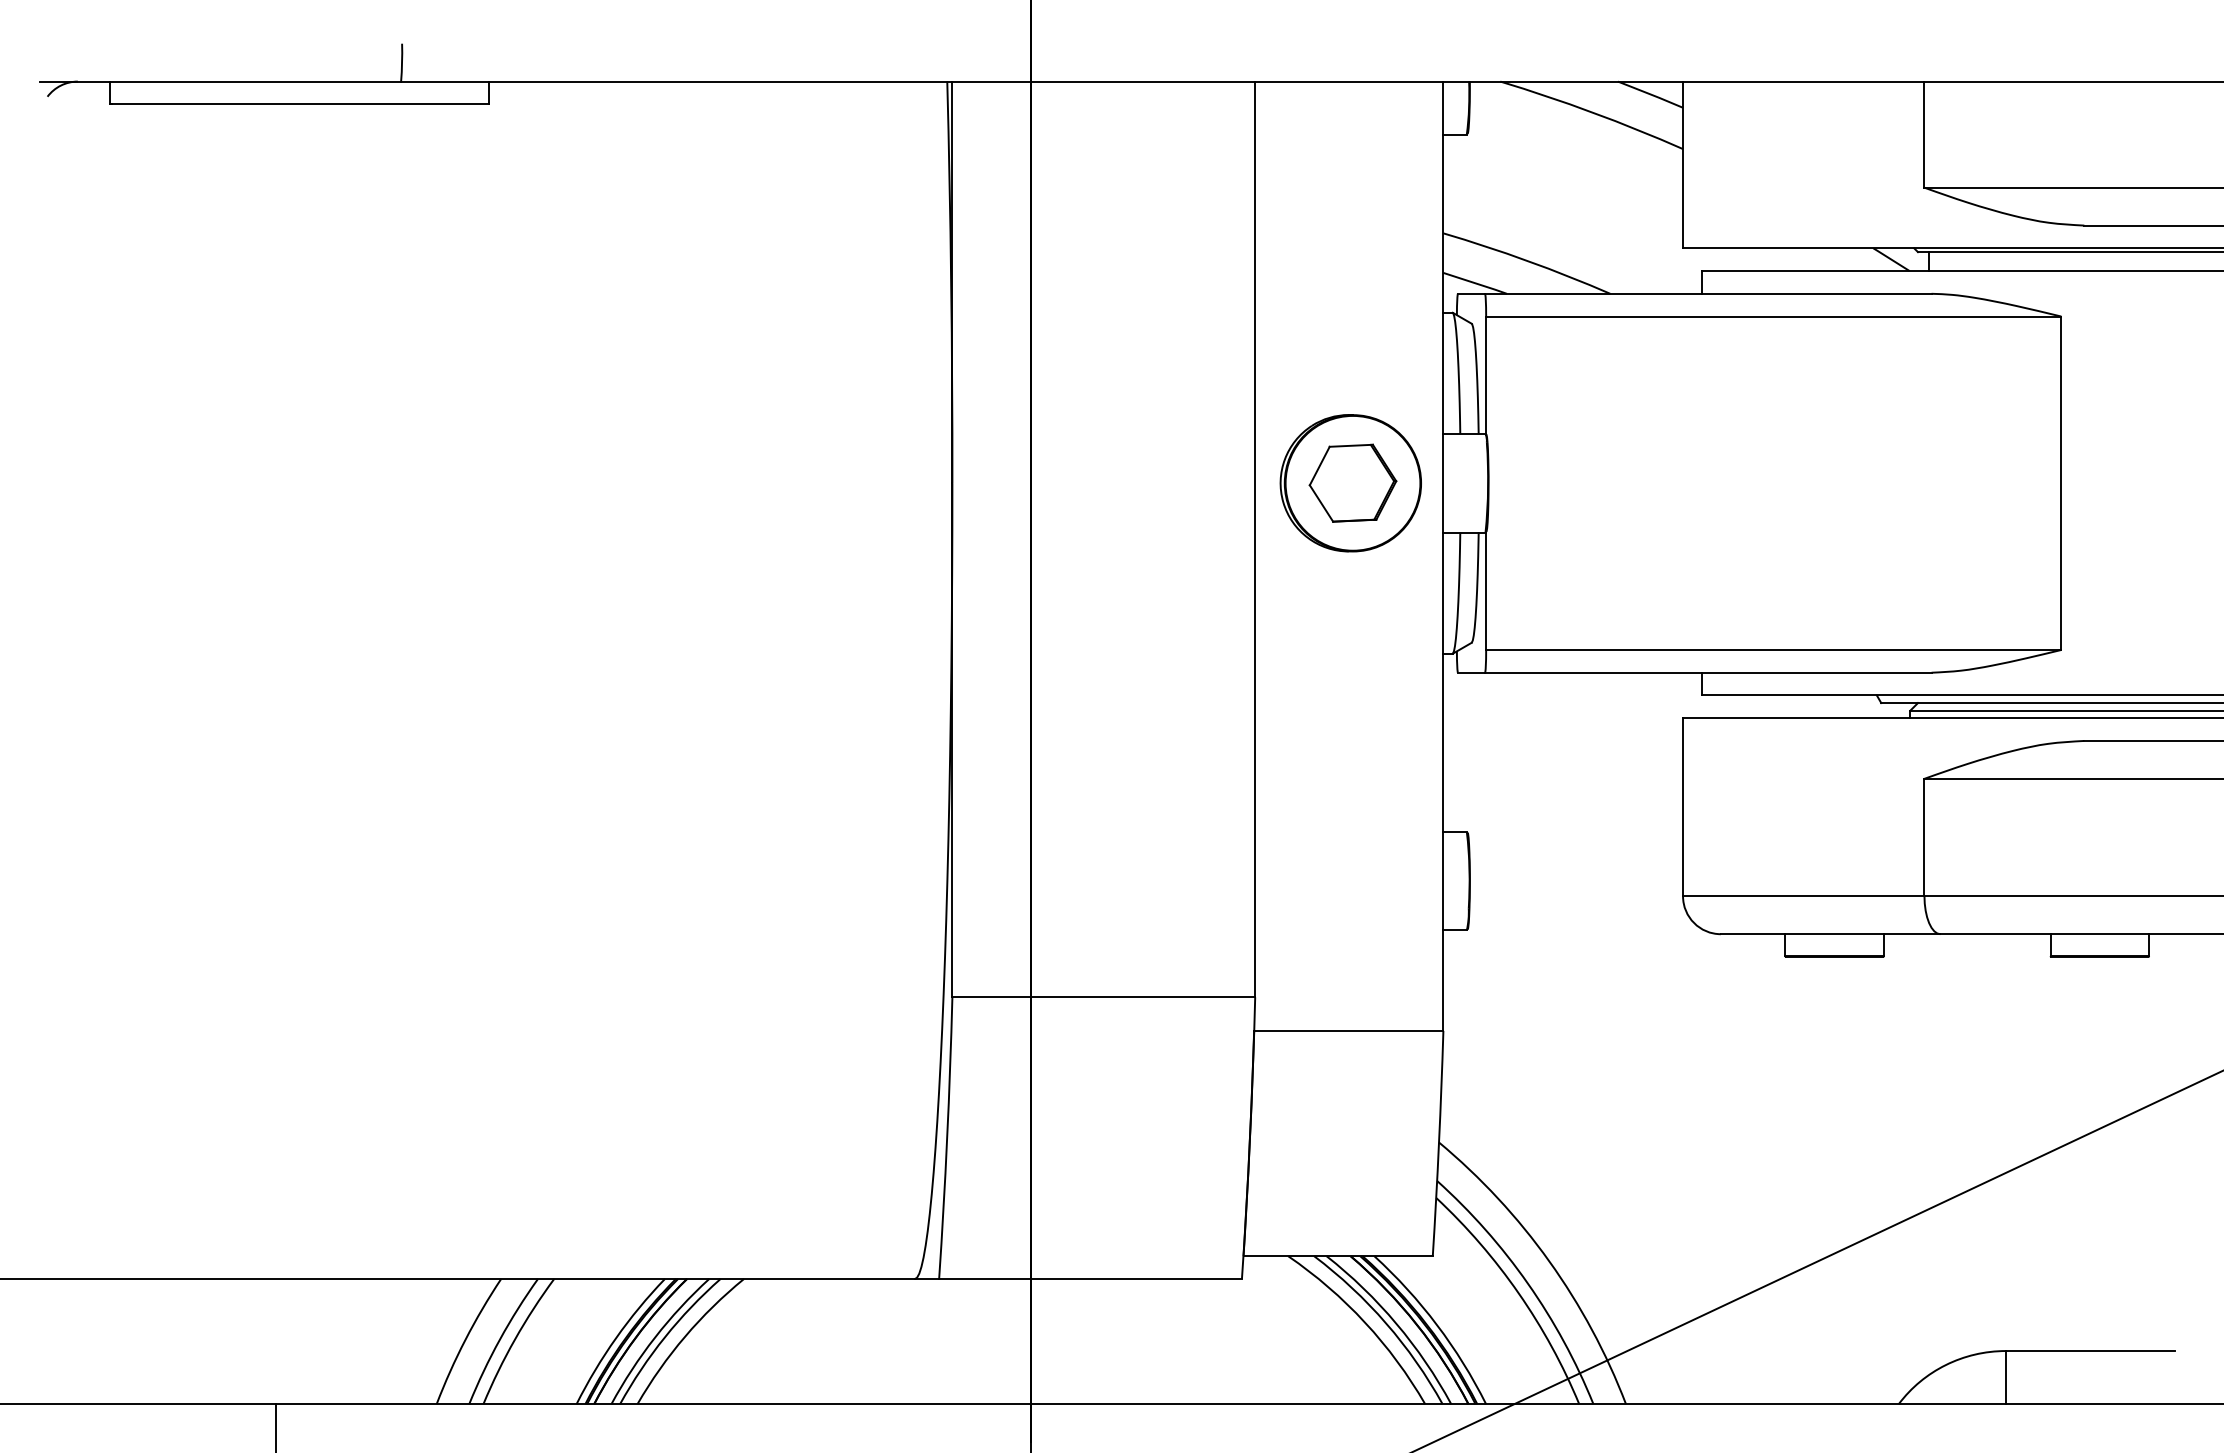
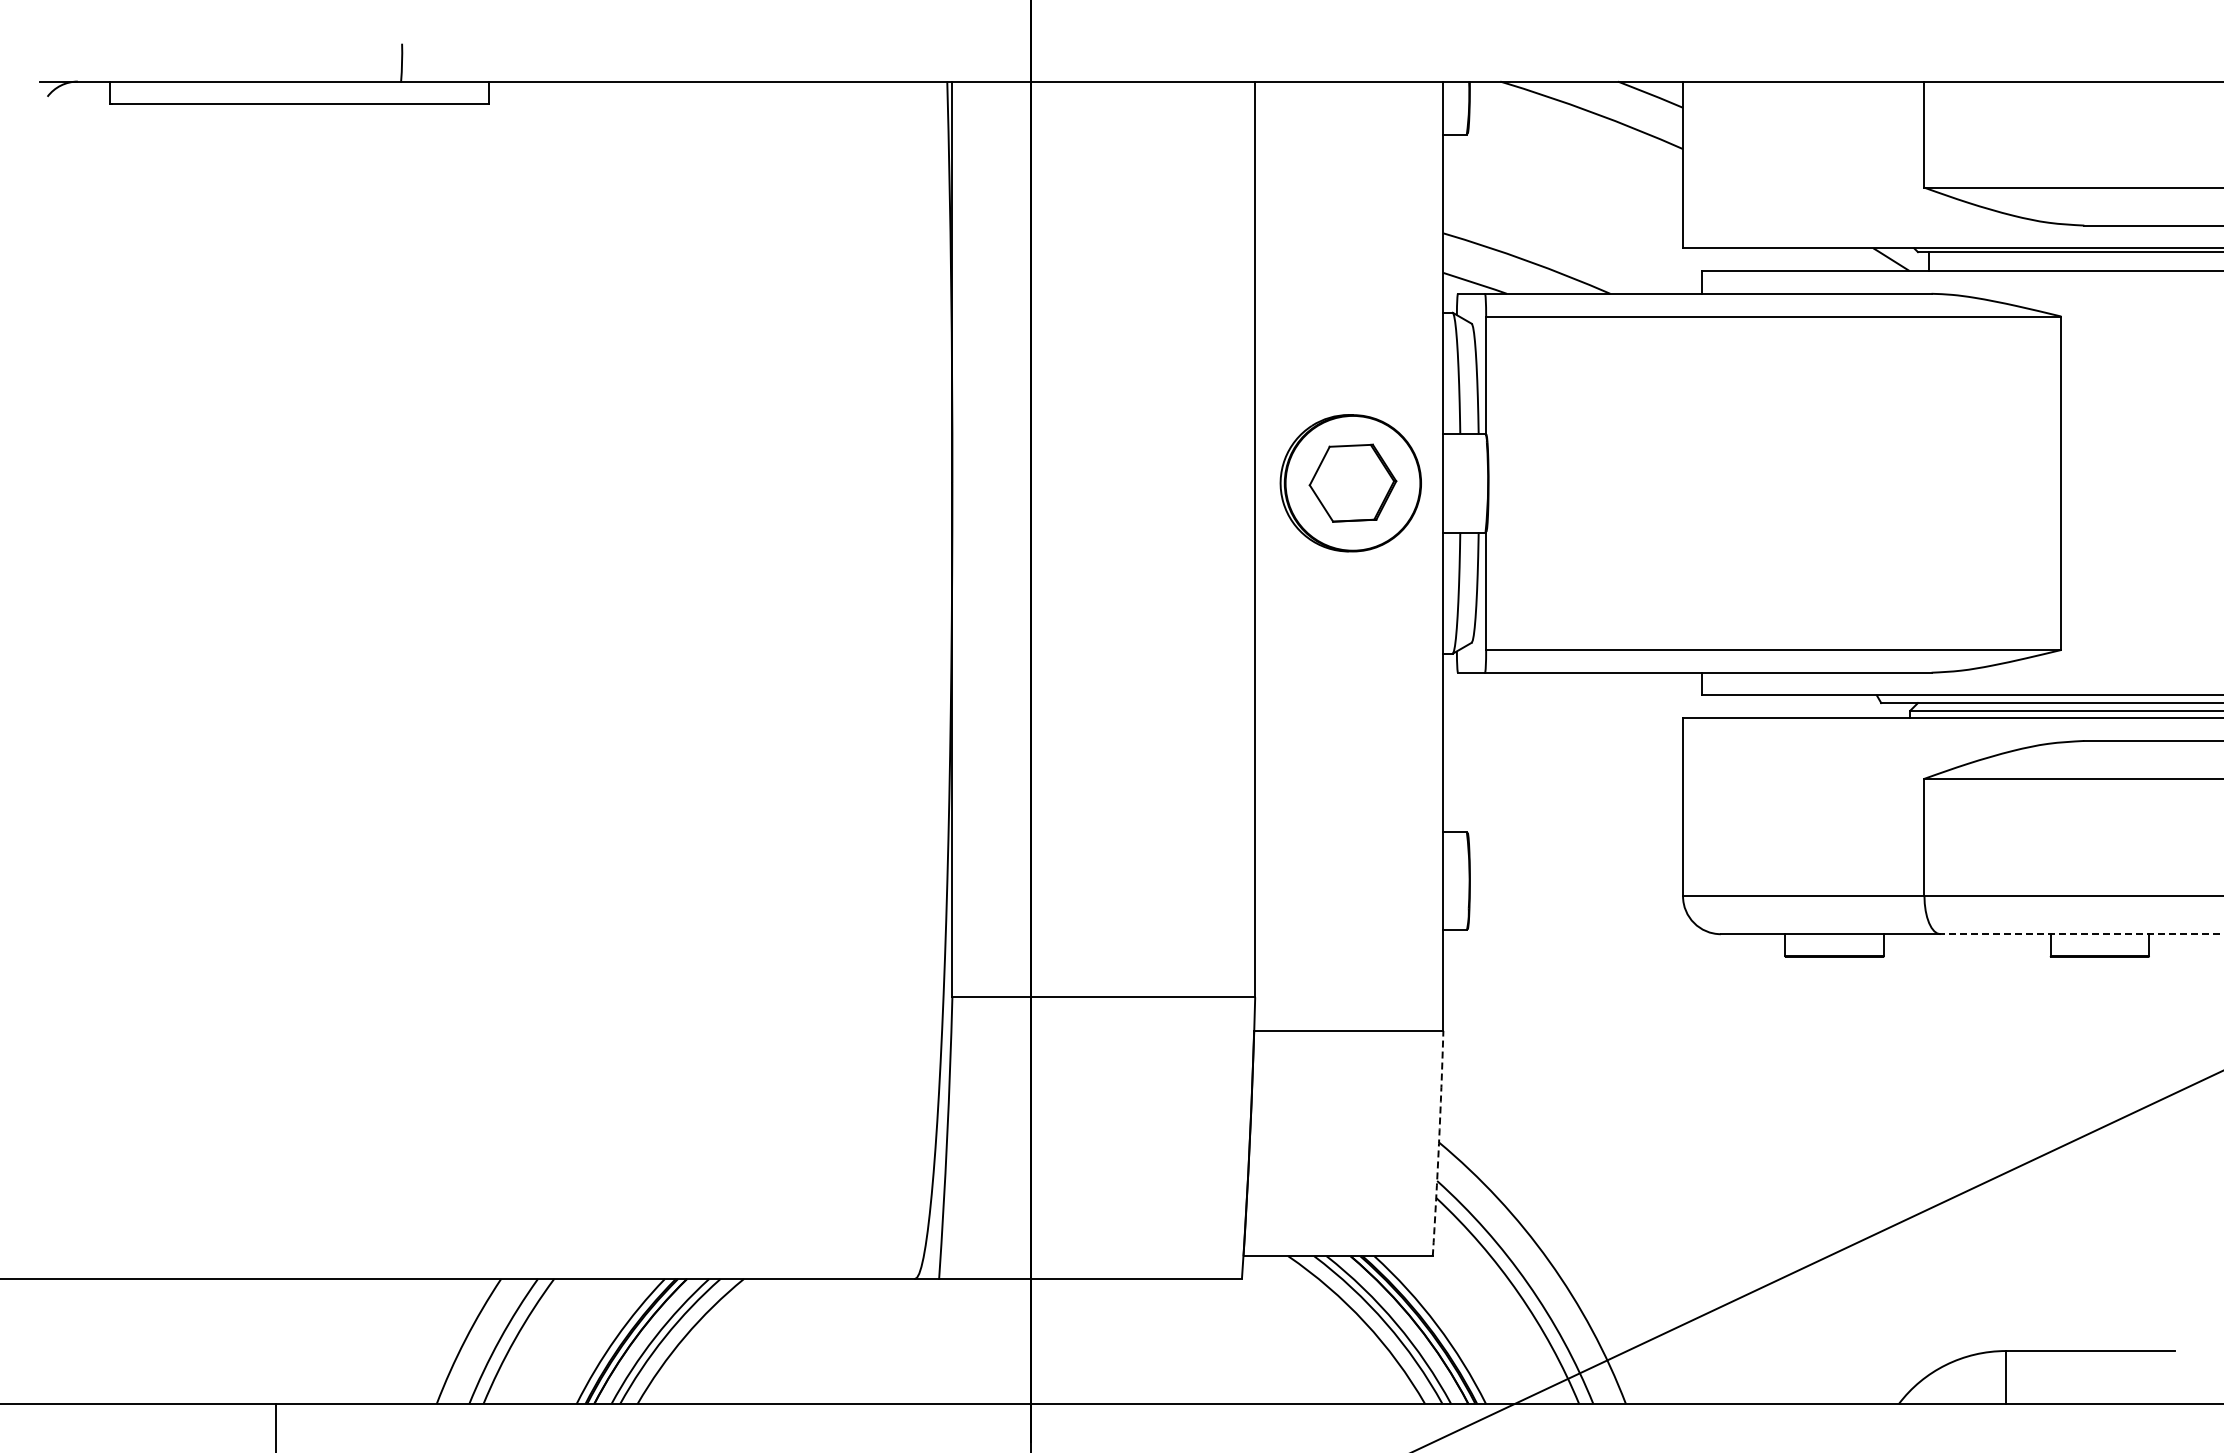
line at (2081, 934): solid -> dashed
arc at (1439, 1143): solid -> dashed
